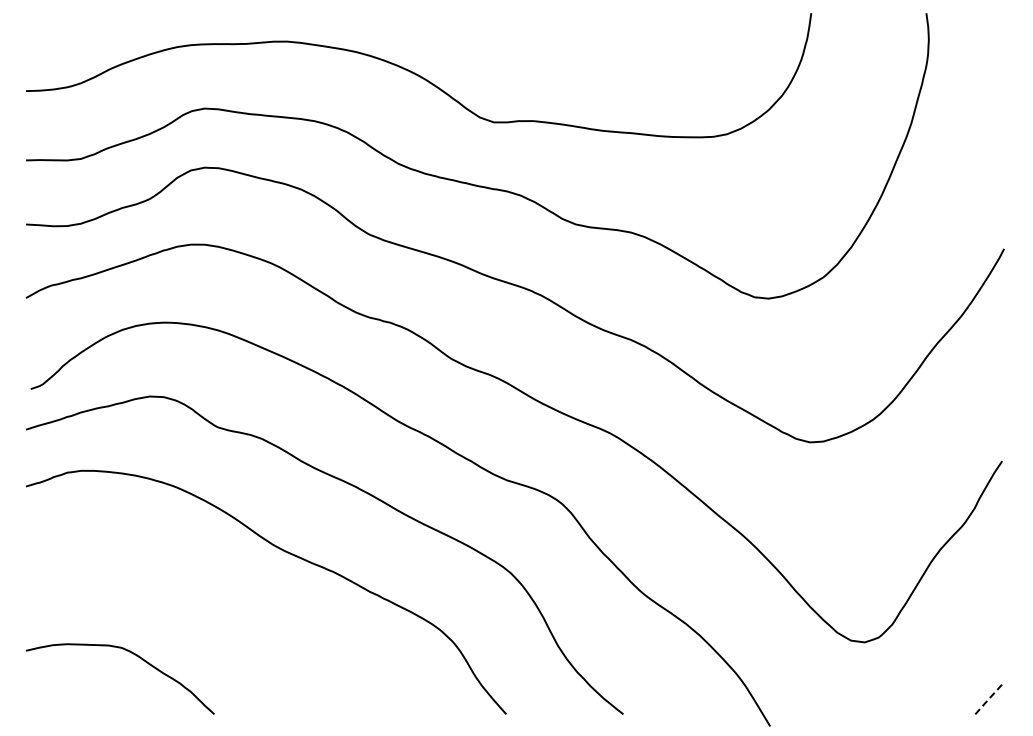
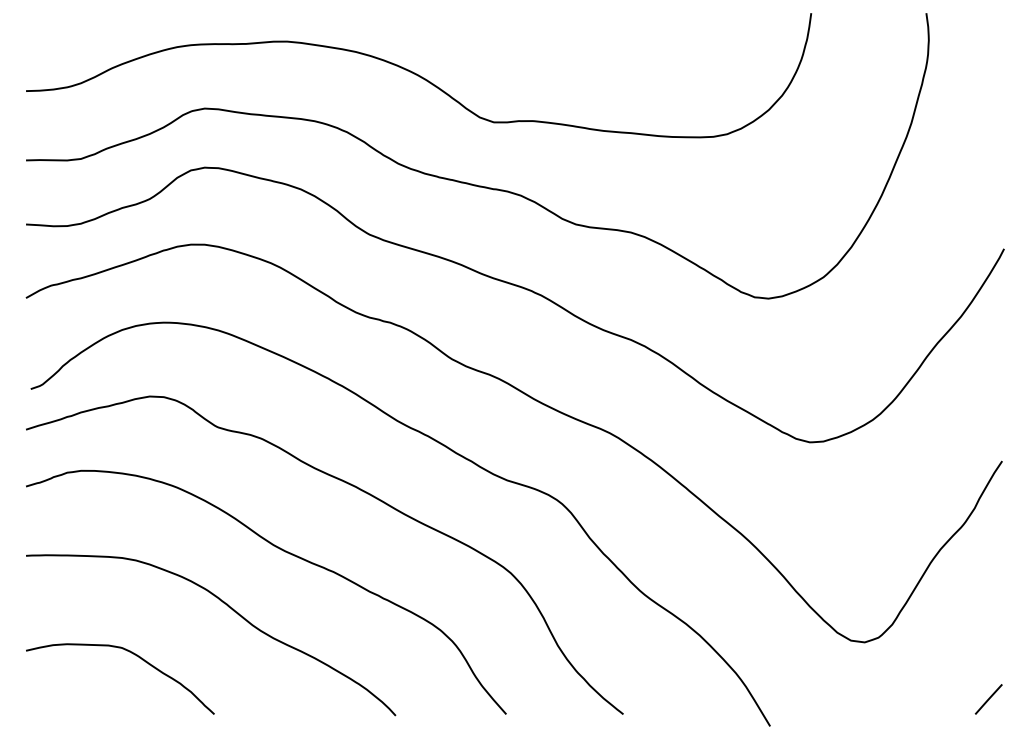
curve at (233, 611): none -> present
line at (988, 699): dashed -> solid
